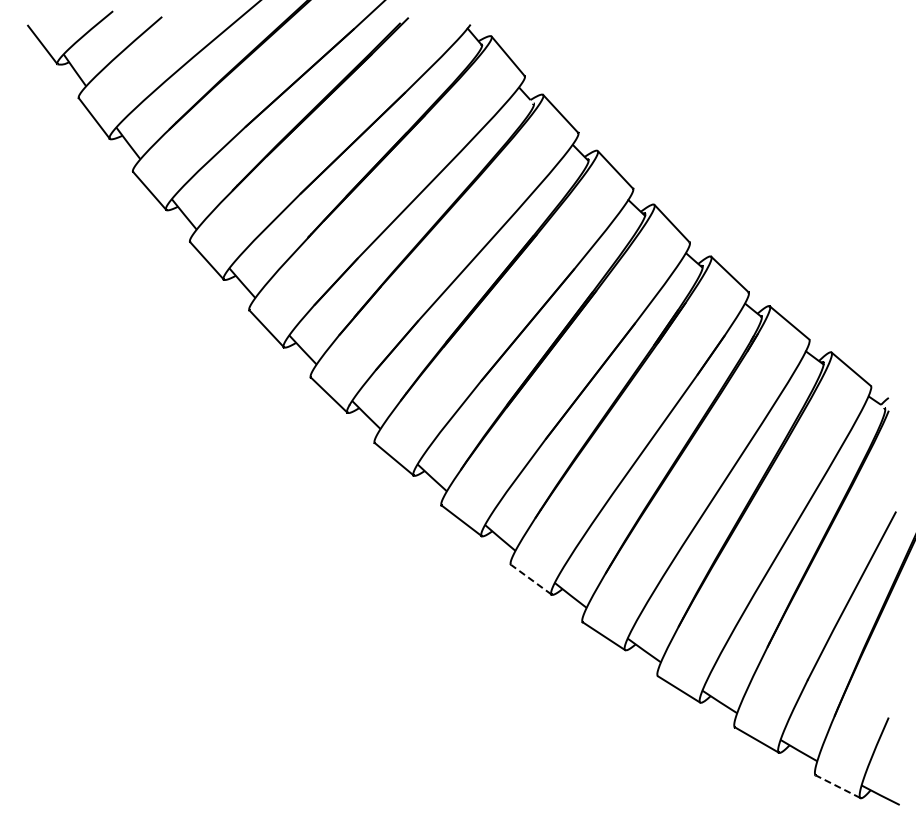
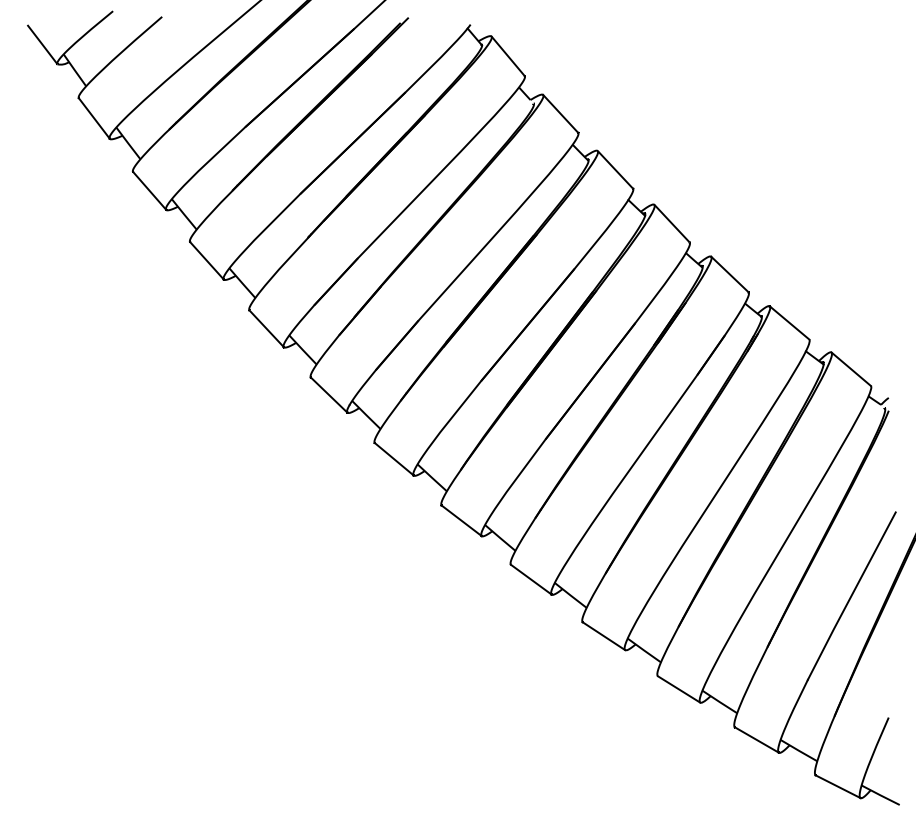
line at (530, 579): dashed -> solid
line at (838, 786): dashed -> solid
